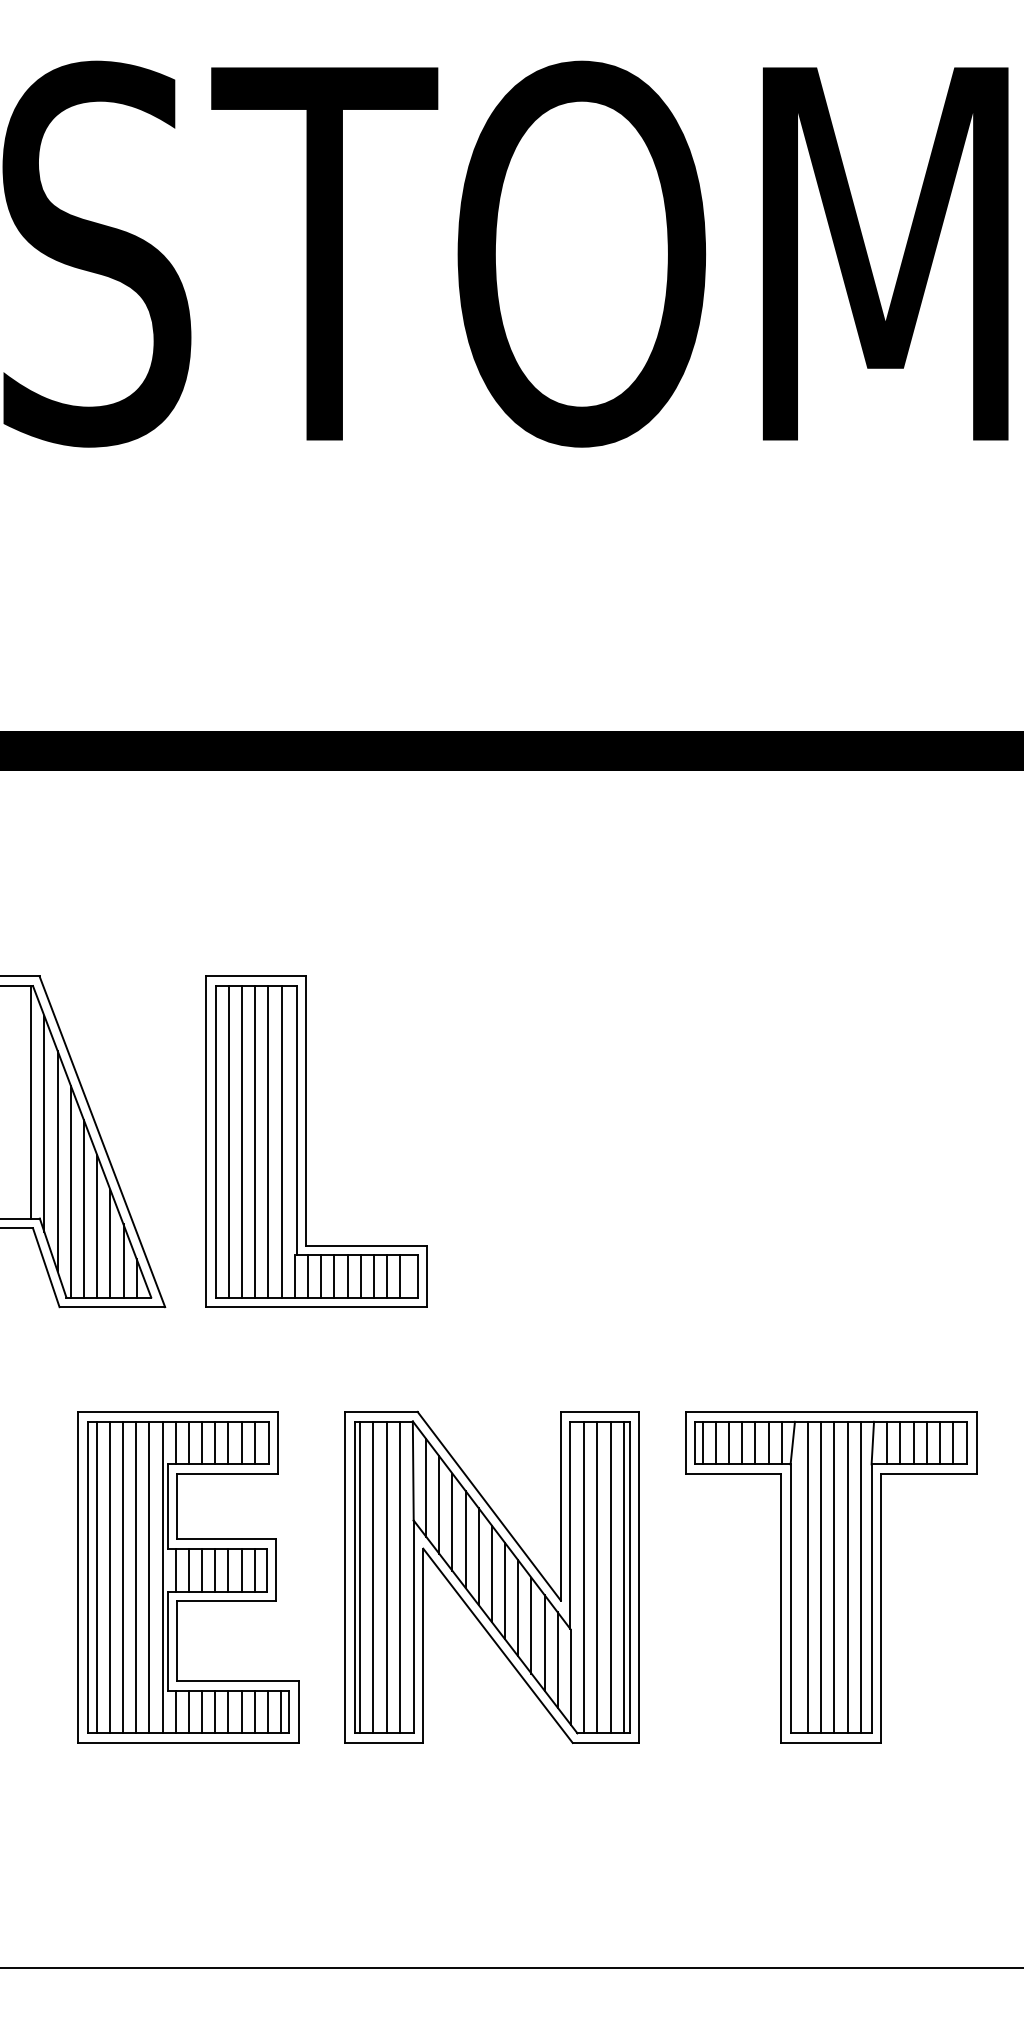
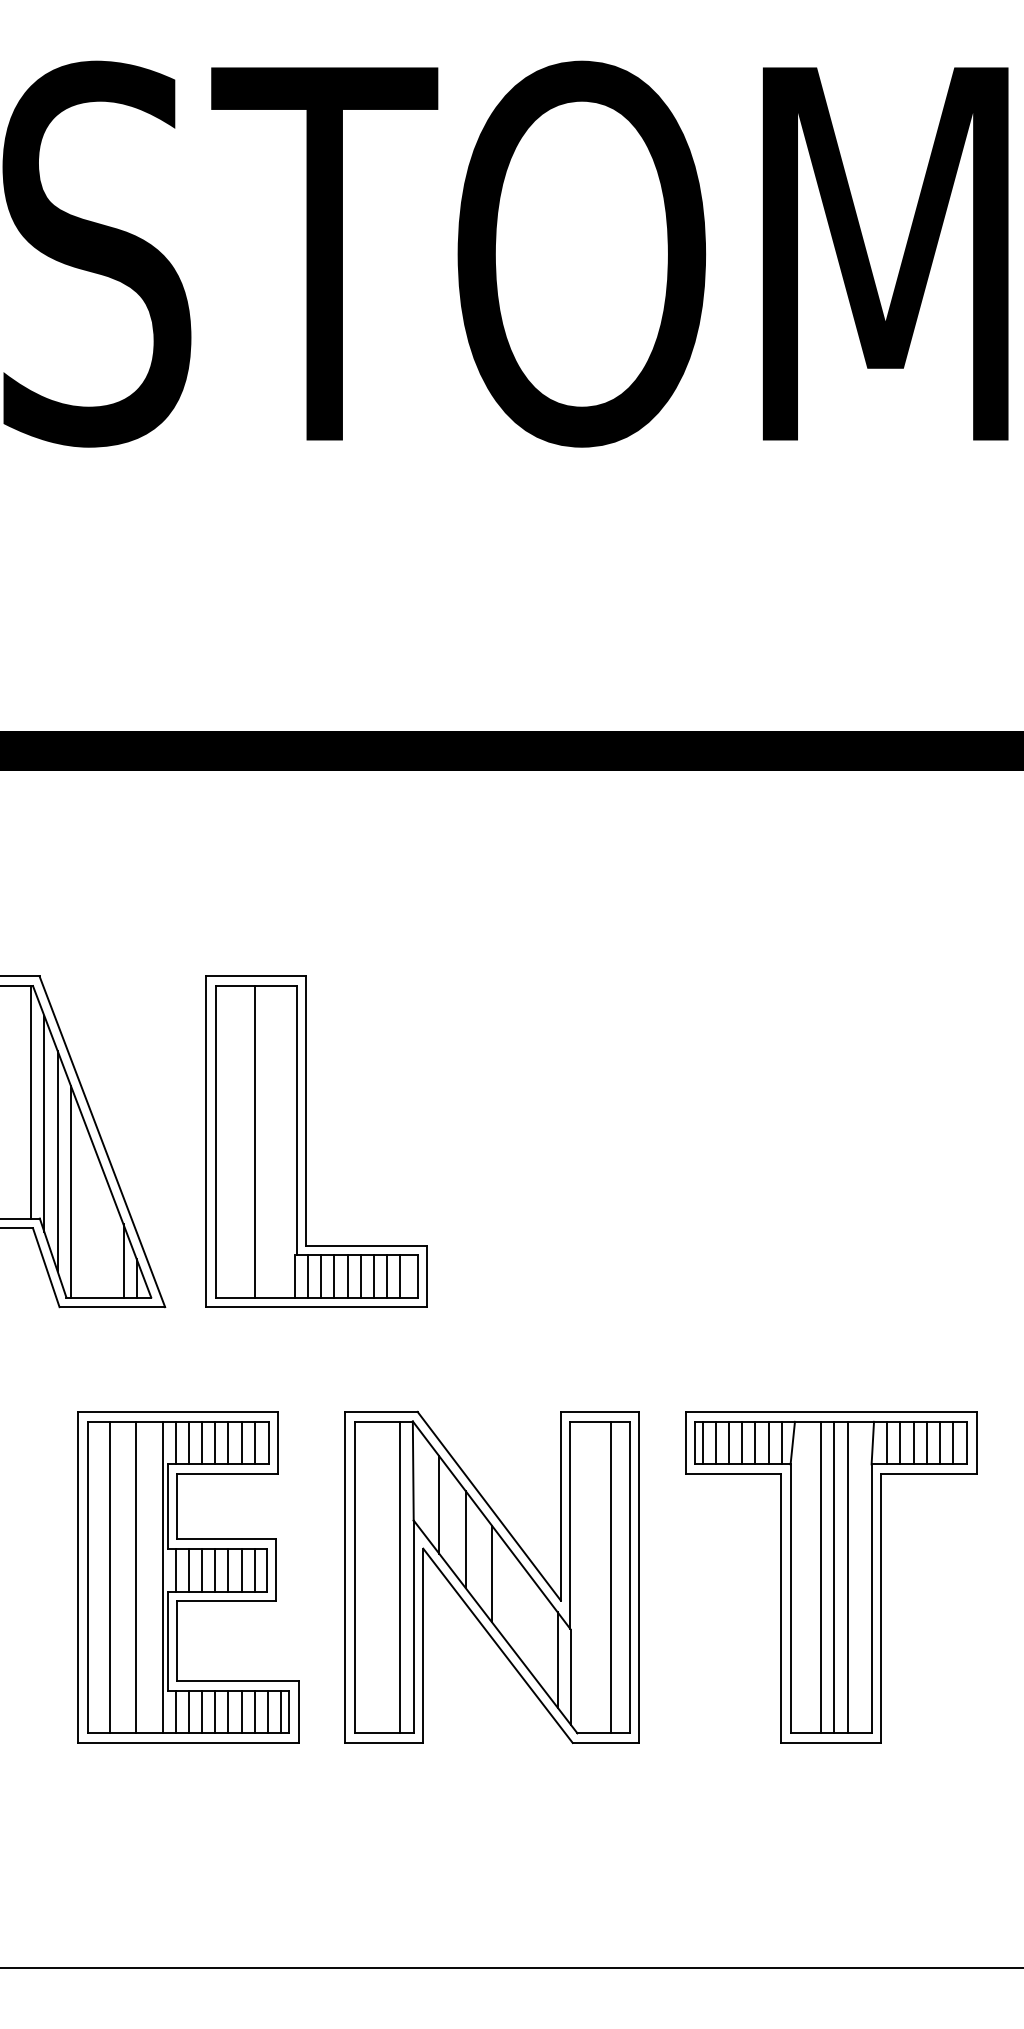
line at (228, 1141): present -> none
line at (242, 1141): present -> none
line at (268, 1141): present -> none
line at (281, 1141): present -> none
line at (84, 1208): present -> none
line at (97, 1226): present -> none
line at (110, 1243): present -> none
line at (426, 1487): present -> none
line at (452, 1521): present -> none
line at (478, 1556): present -> none
line at (96, 1577): present -> none
line at (122, 1577): present -> none
line at (149, 1577): present -> none
line at (360, 1577): present -> none
line at (373, 1577): present -> none
line at (386, 1577): present -> none
line at (584, 1577): present -> none
line at (597, 1577): present -> none
line at (623, 1577): present -> none
line at (808, 1577): present -> none
line at (860, 1577): present -> none
line at (505, 1591): present -> none
line at (518, 1608): present -> none
line at (531, 1625): present -> none
line at (544, 1642): present -> none
